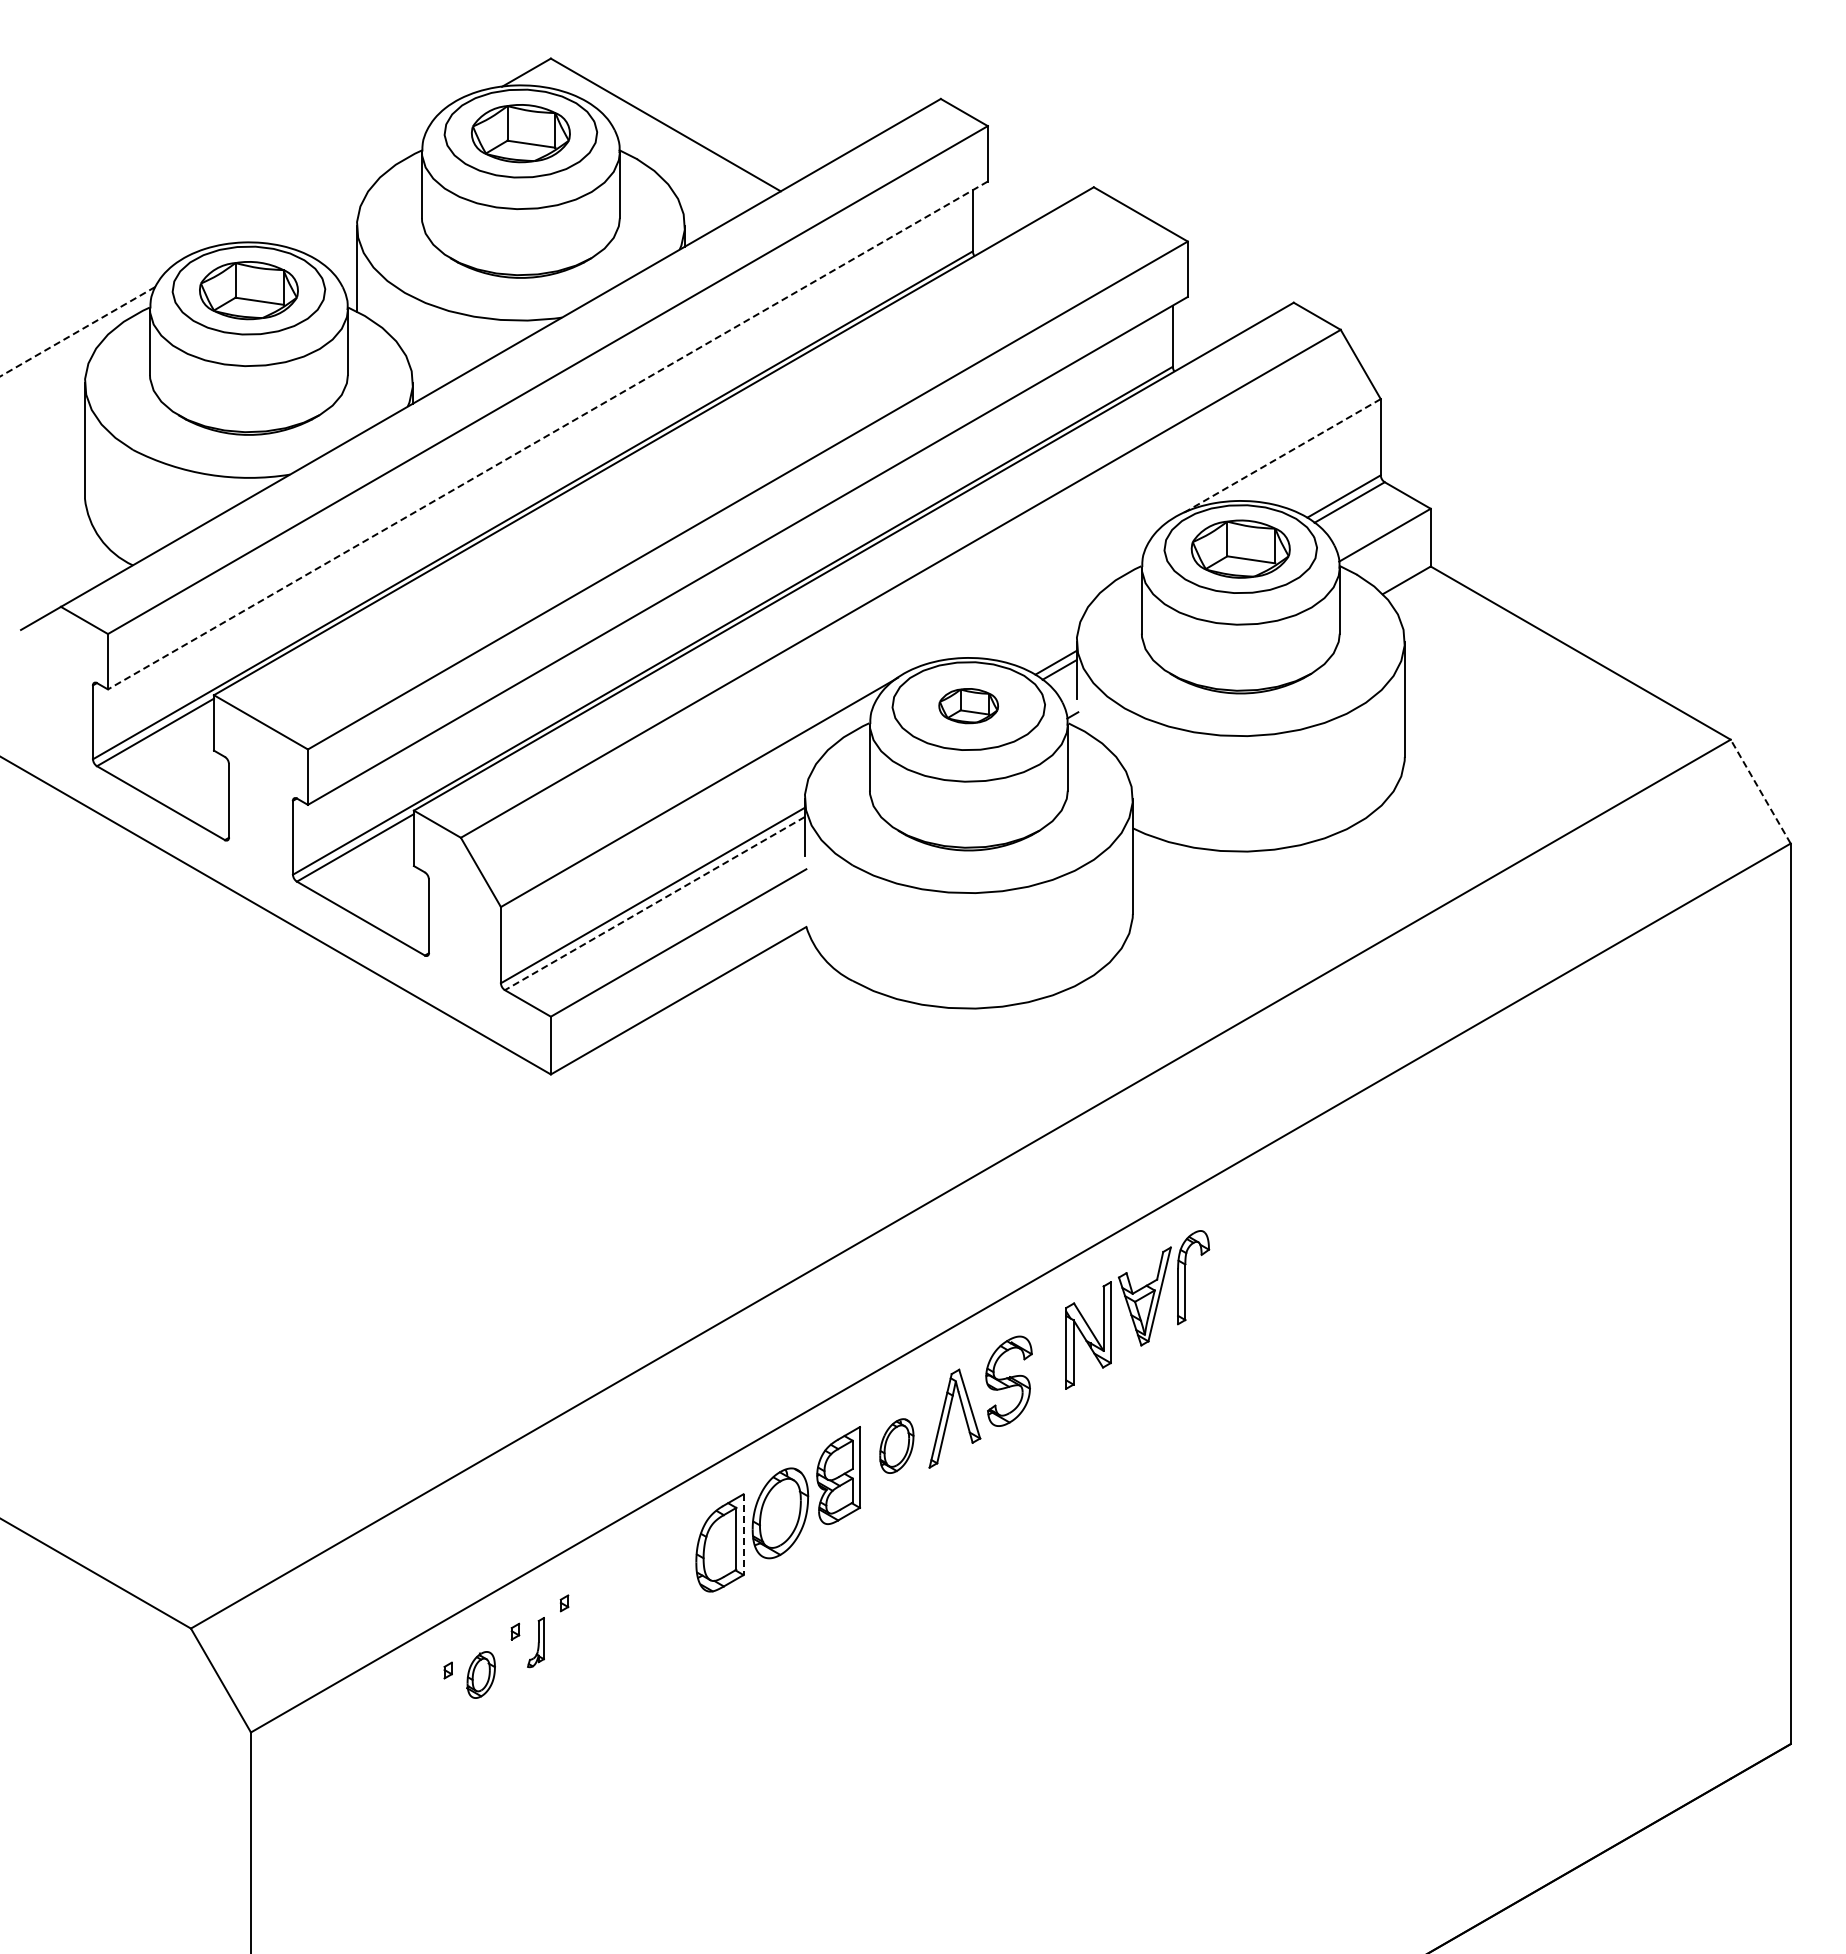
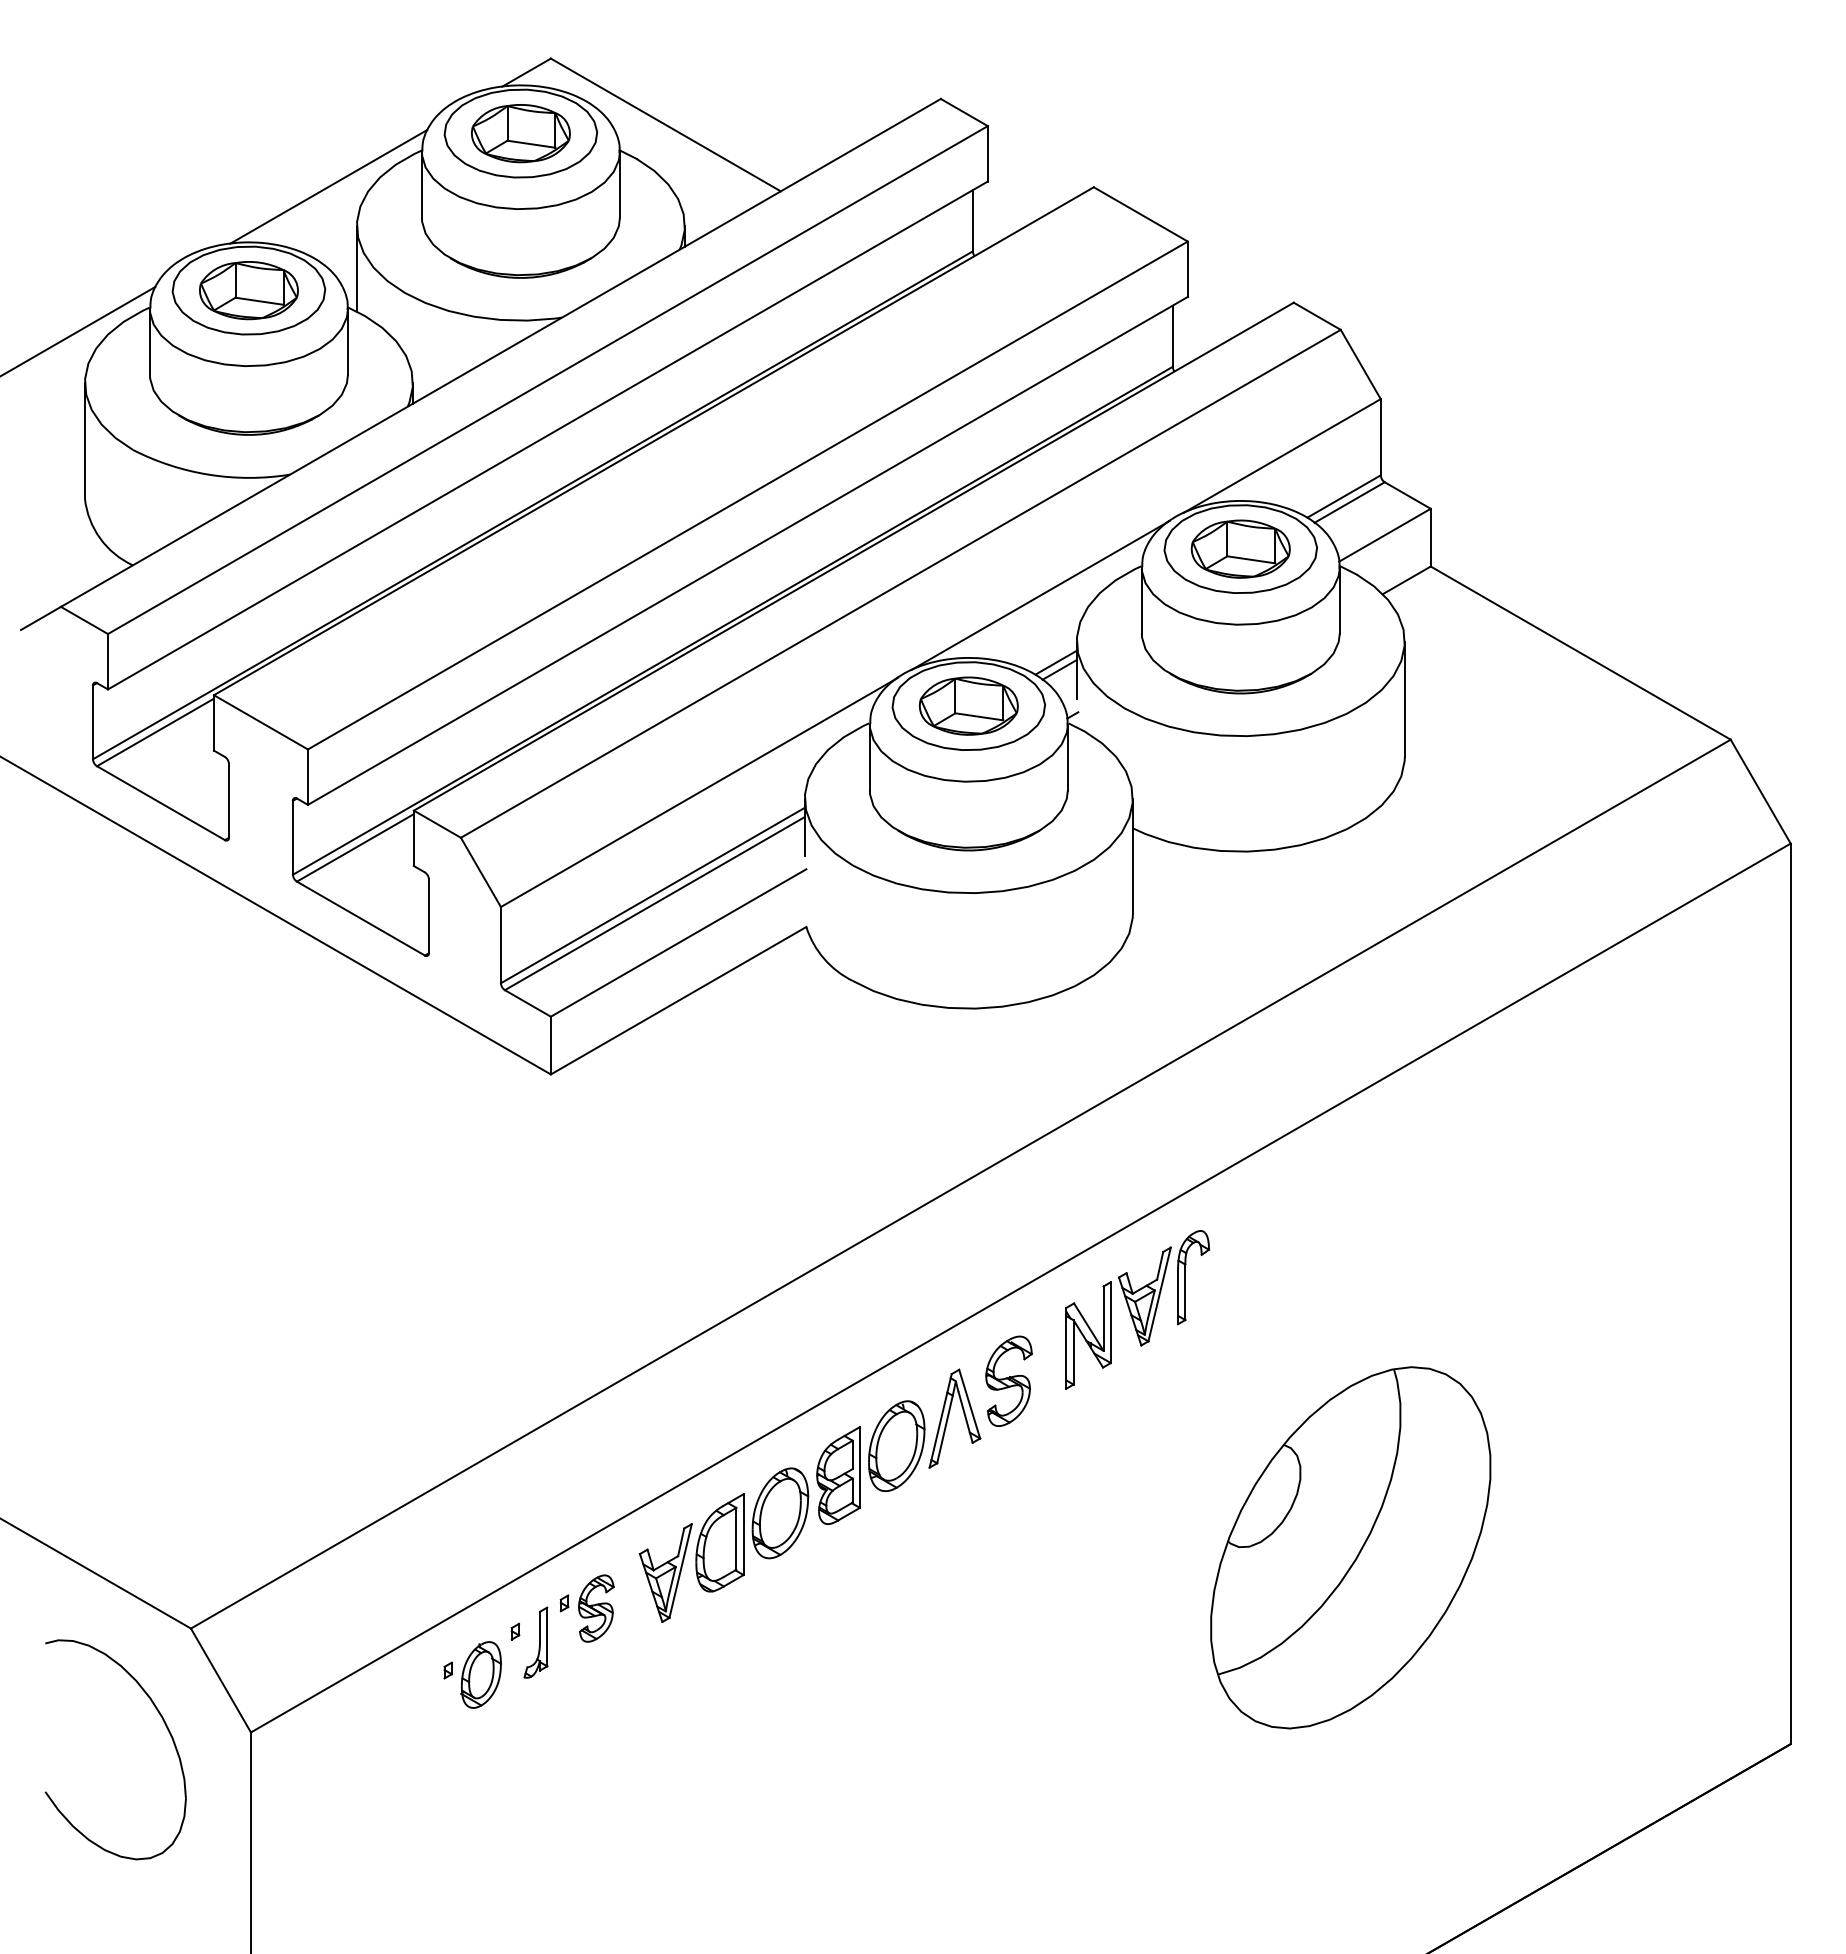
line at (328, 186): none -> present
line at (77, 331): dashed -> solid
line at (547, 435): dashed -> solid
line at (1282, 456): dashed -> solid
line at (1040, 595): none -> present
part at (968, 706) size: 61x37 px -> 101x60 px
line at (1760, 791): dashed -> solid
line at (654, 903): dashed -> solid
part at (896, 1445) size: 36x56 px -> 58x92 px
line at (743, 1535): dashed -> solid
part at (1350, 1547): none -> present
part at (665, 1572): none -> present
part at (596, 1608): none -> present
part at (535, 1642) size: 18x52 px -> 26x73 px
part at (480, 1674) size: 30x48 px -> 42x68 px
part at (164, 1724): none -> present
